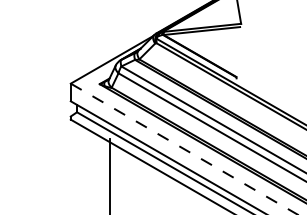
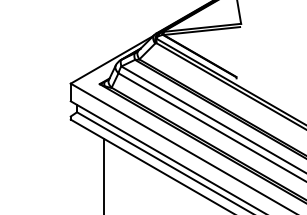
line at (184, 149): dashed -> solid
line at (110, 175) position: (110, 175) -> (104, 175)
